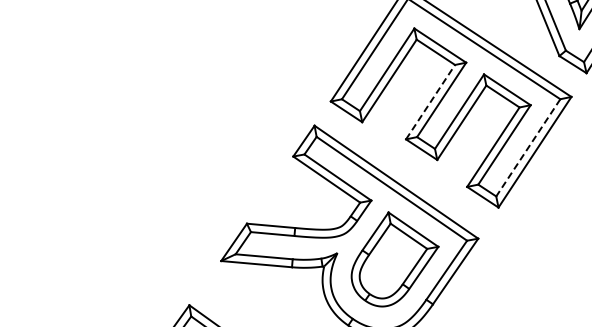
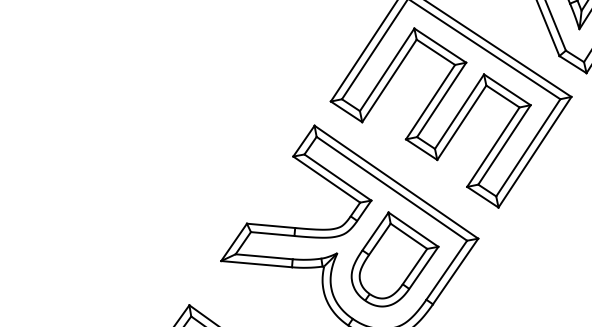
line at (430, 102): dashed -> solid
line at (528, 148): dashed -> solid
